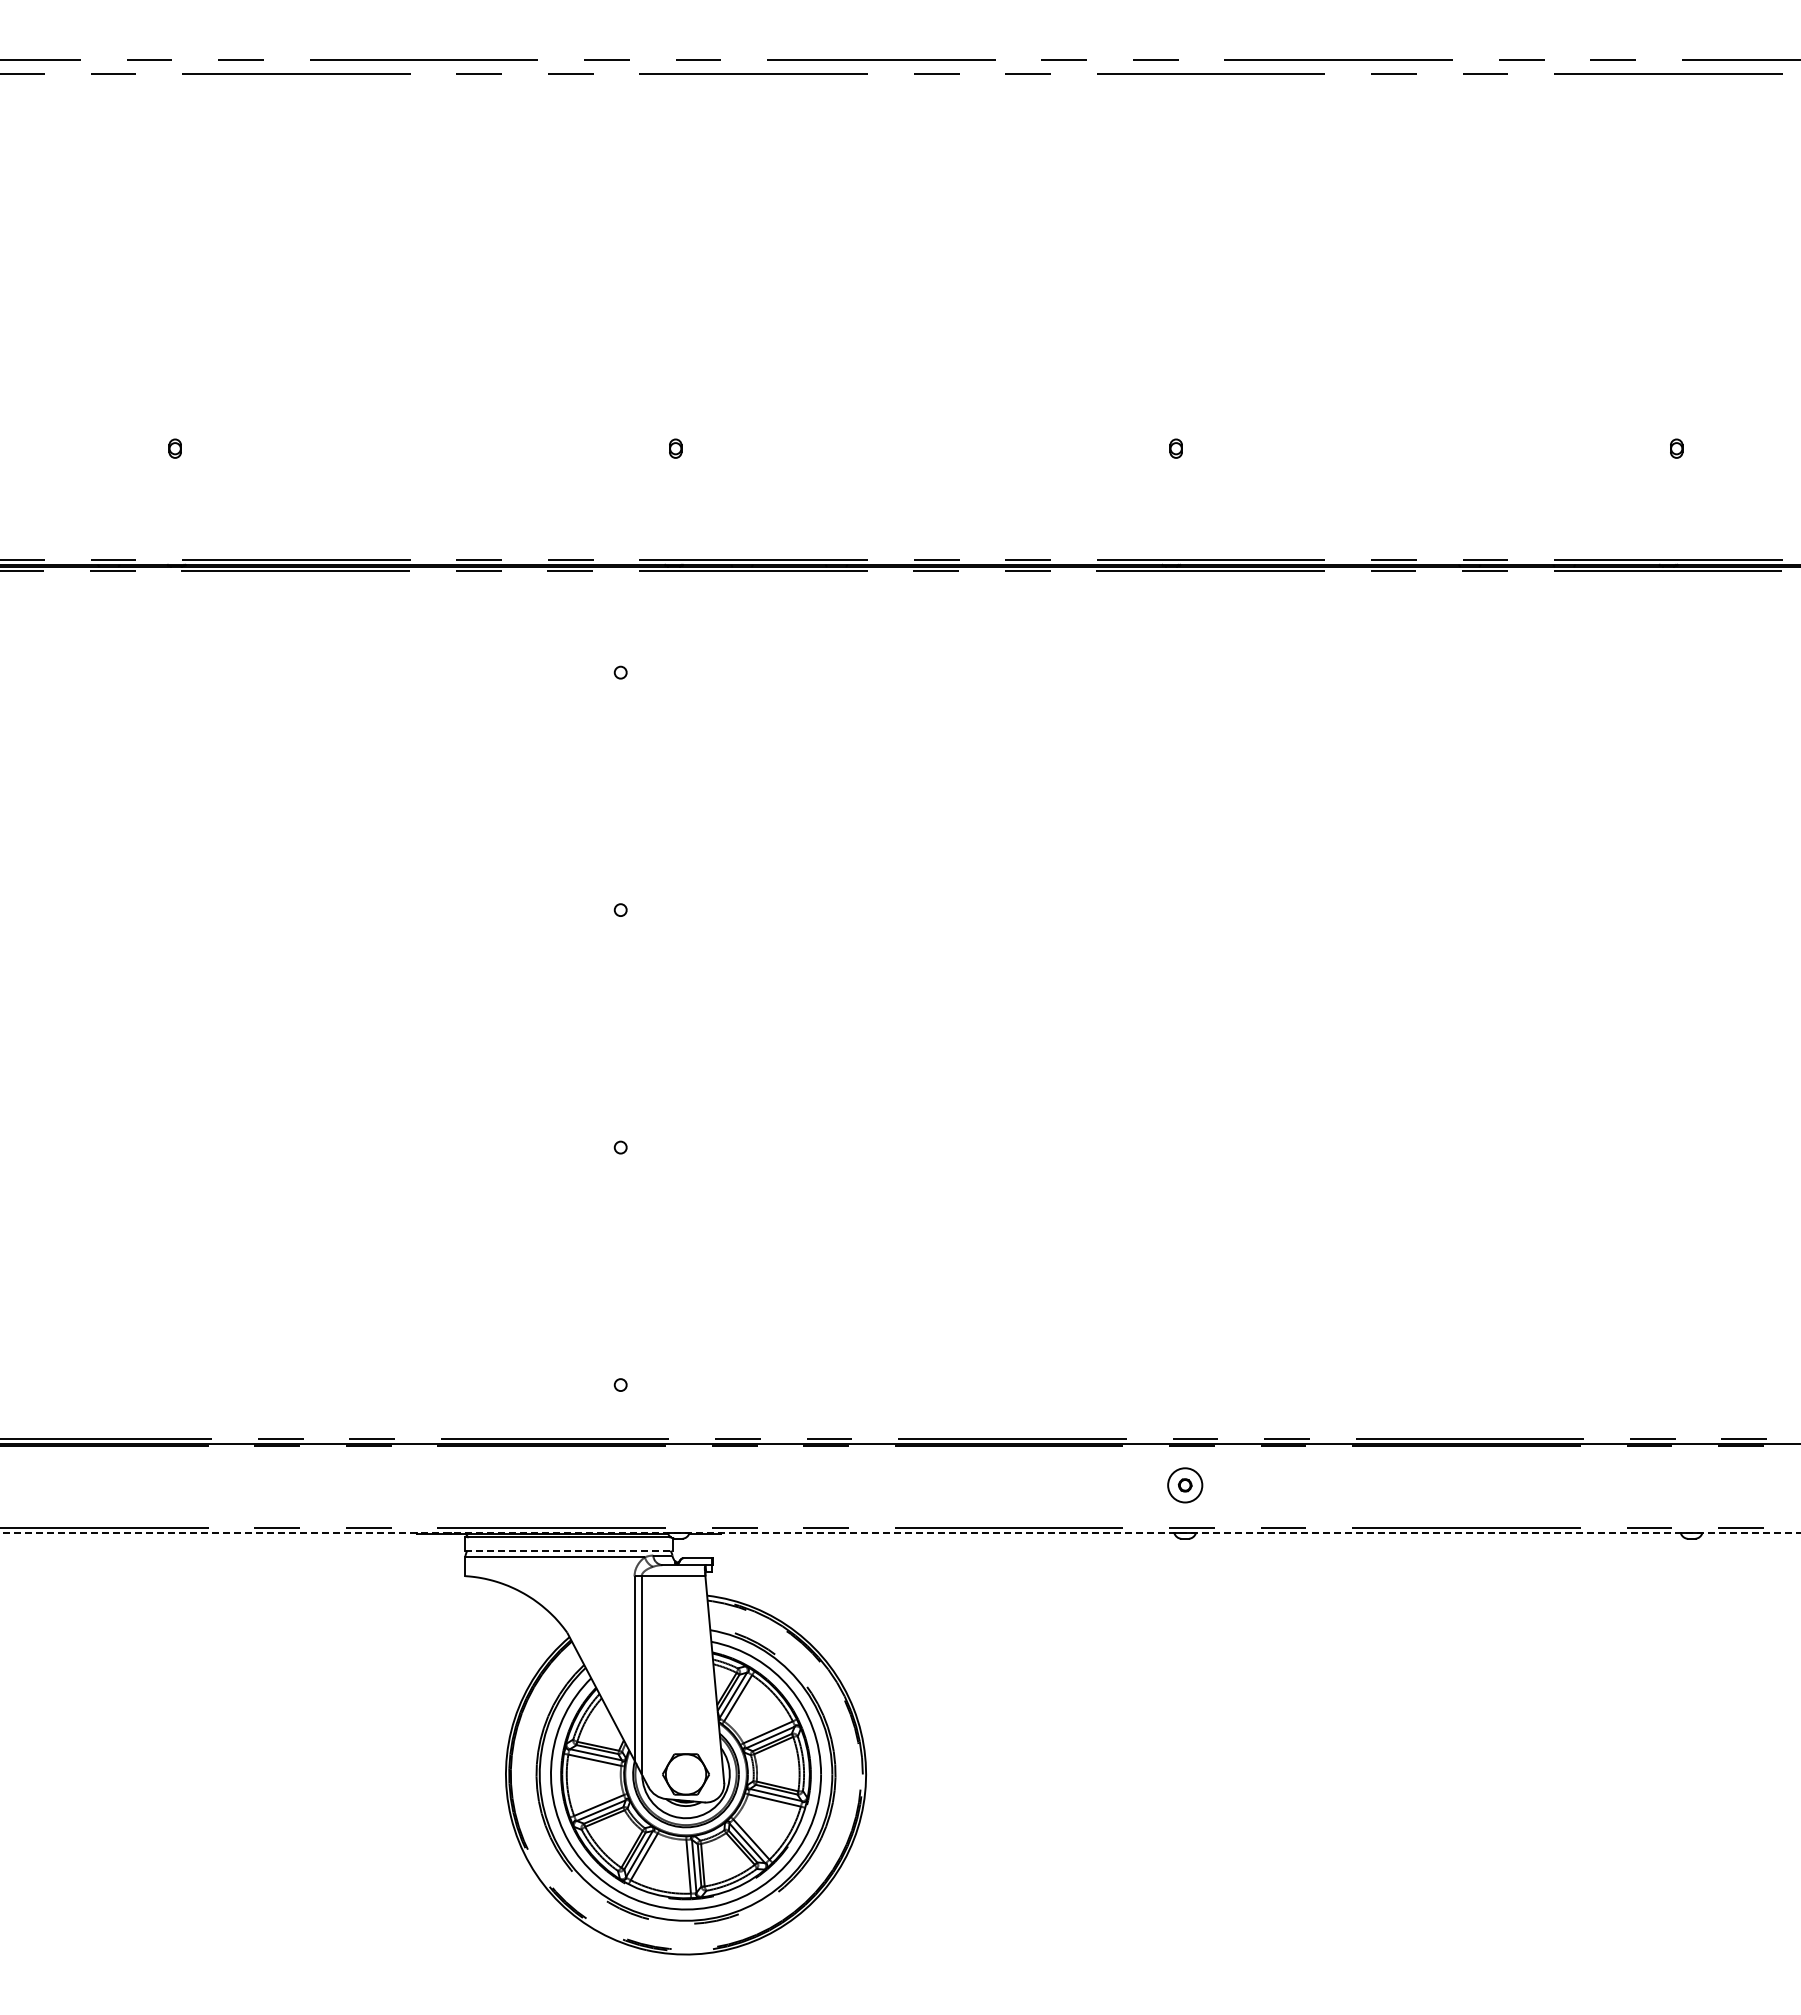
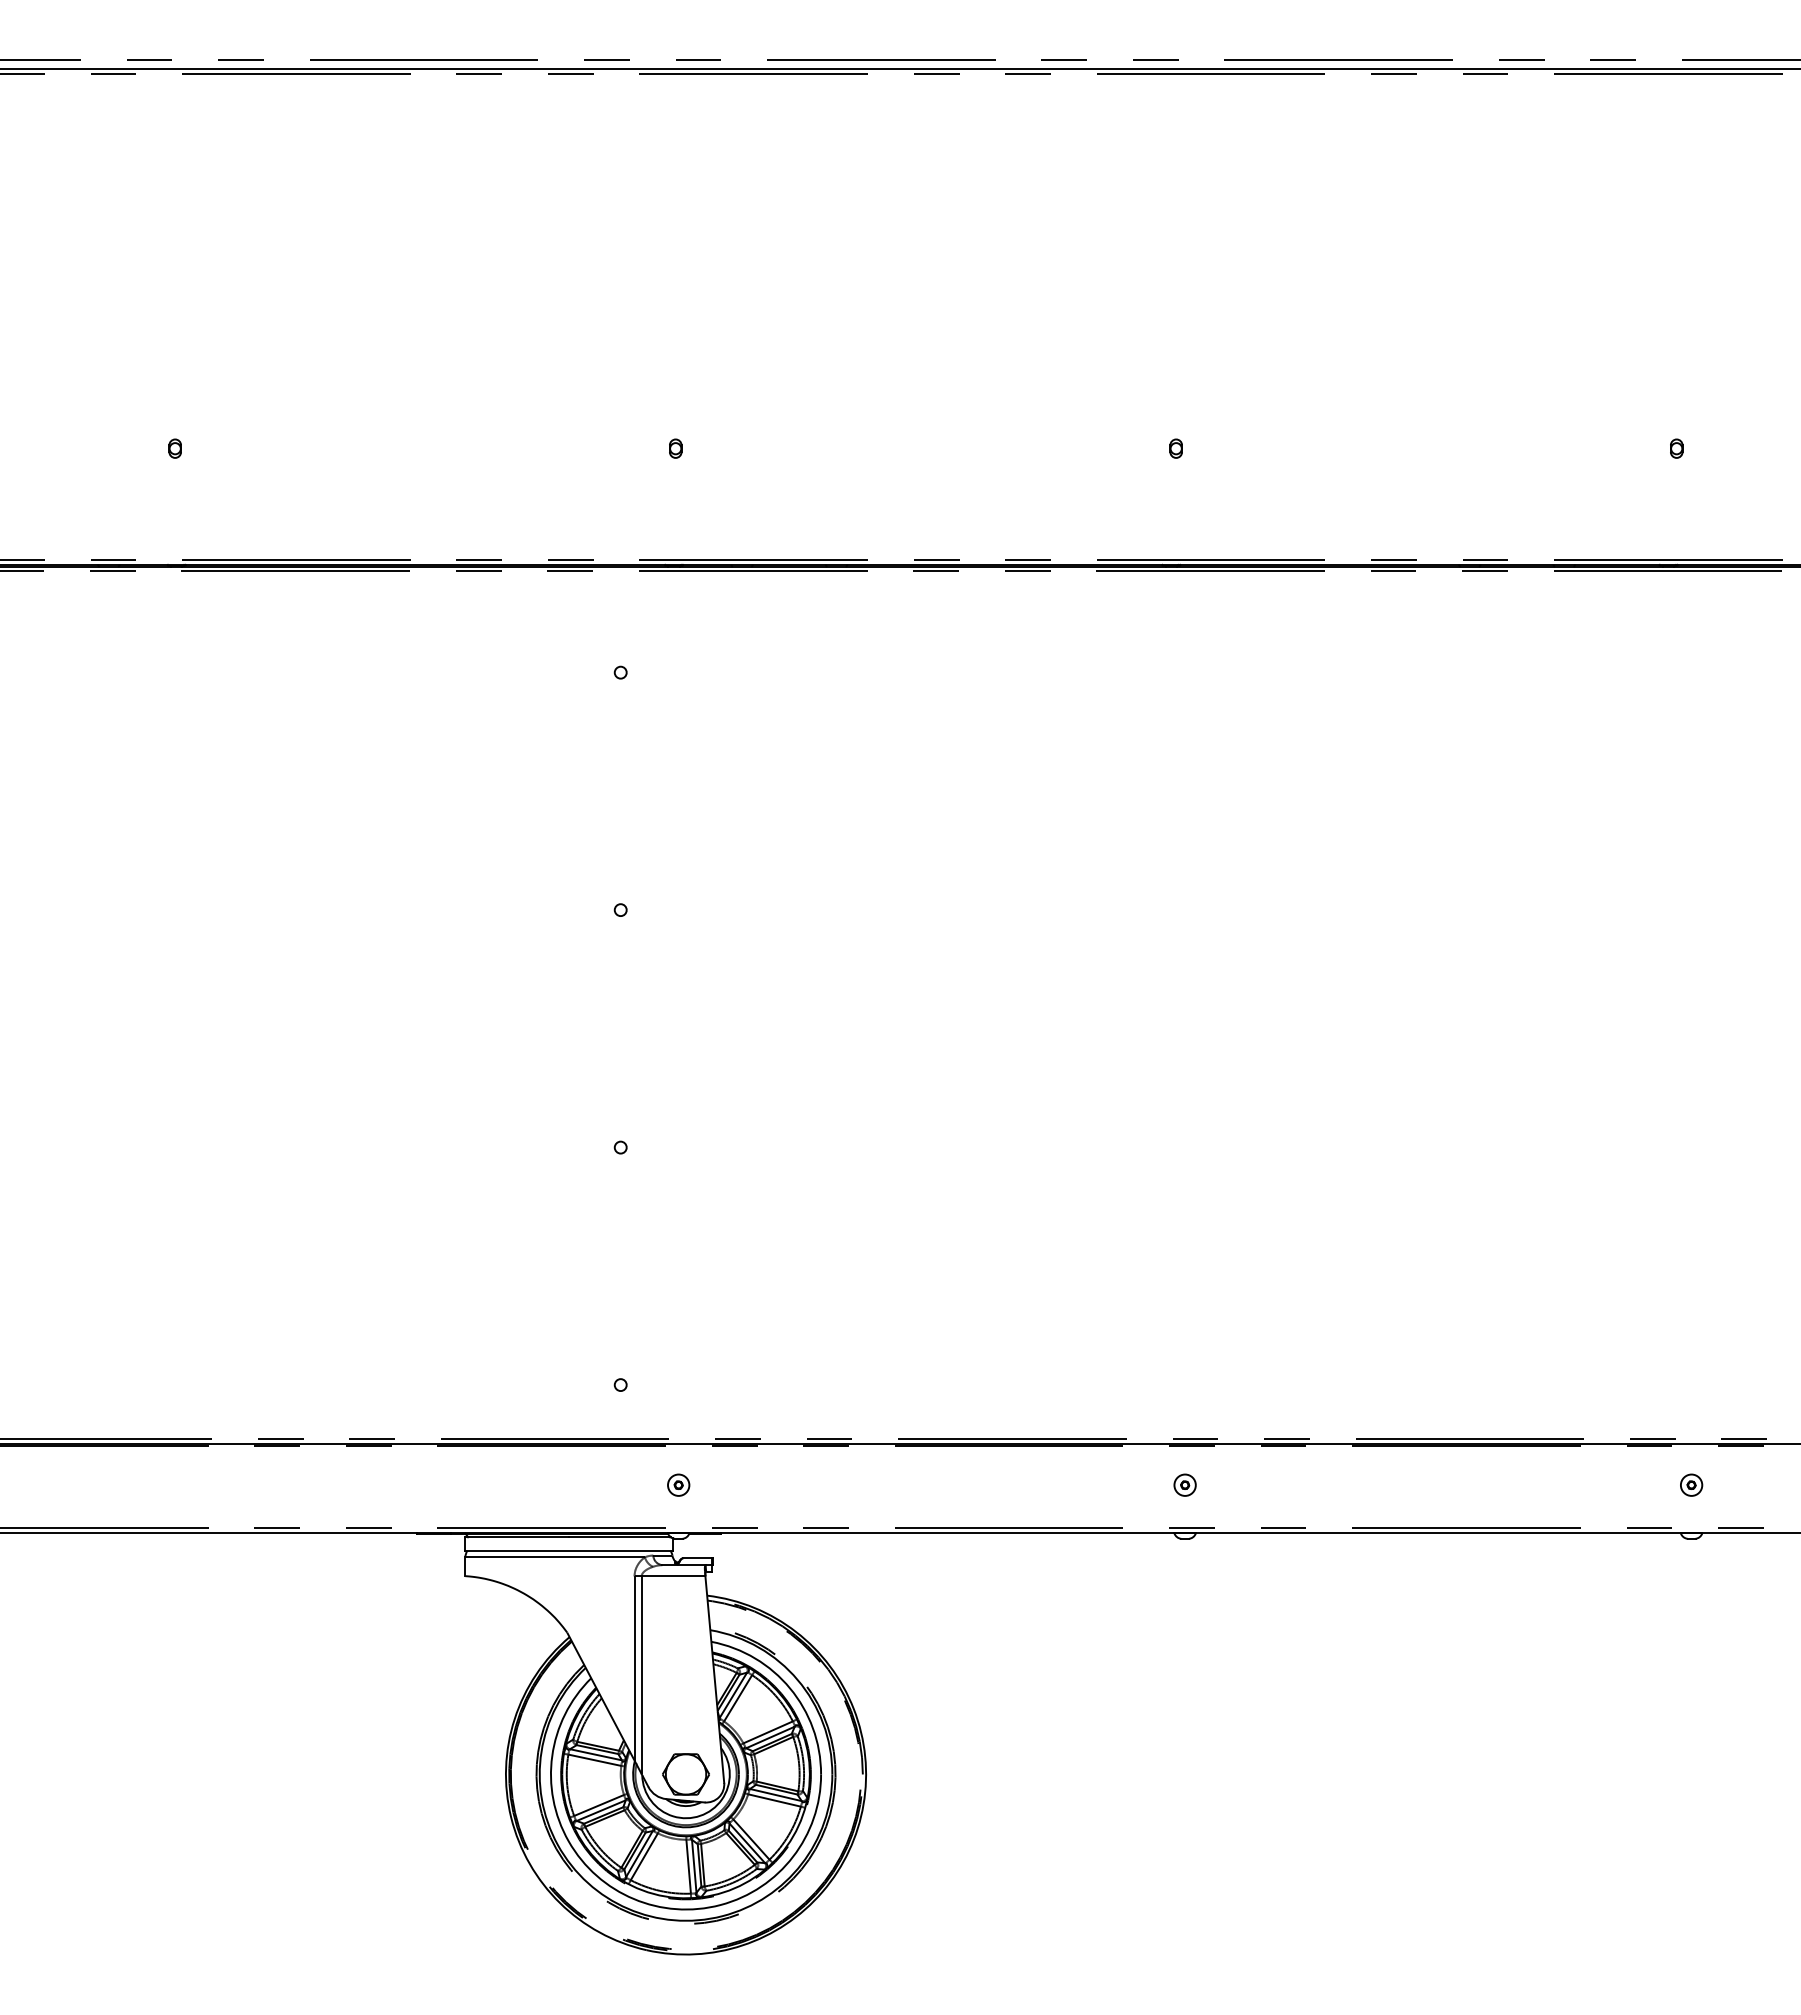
line at (899, 69): none -> present
part at (678, 1484): none -> present
part at (1691, 1484): none -> present
part at (1185, 1485) size: 37x37 px -> 24x24 px
line at (900, 1532): dashed -> solid
line at (568, 1550): dashed -> solid
